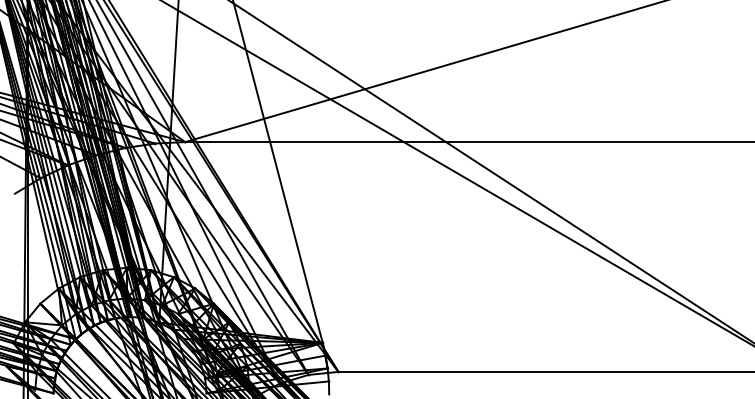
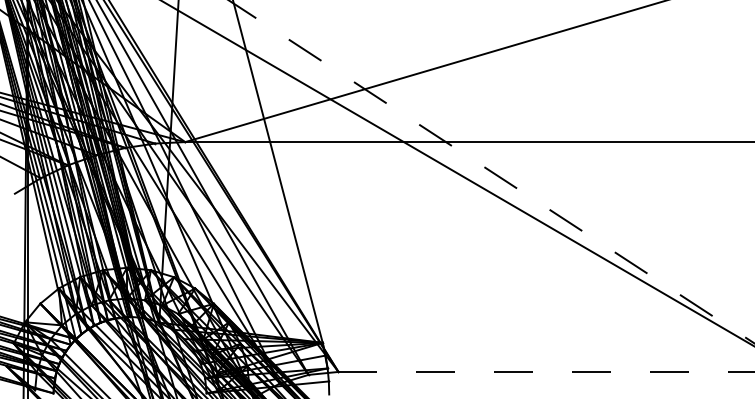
line at (491, 172): solid -> dashed
line at (546, 371): solid -> dashed
